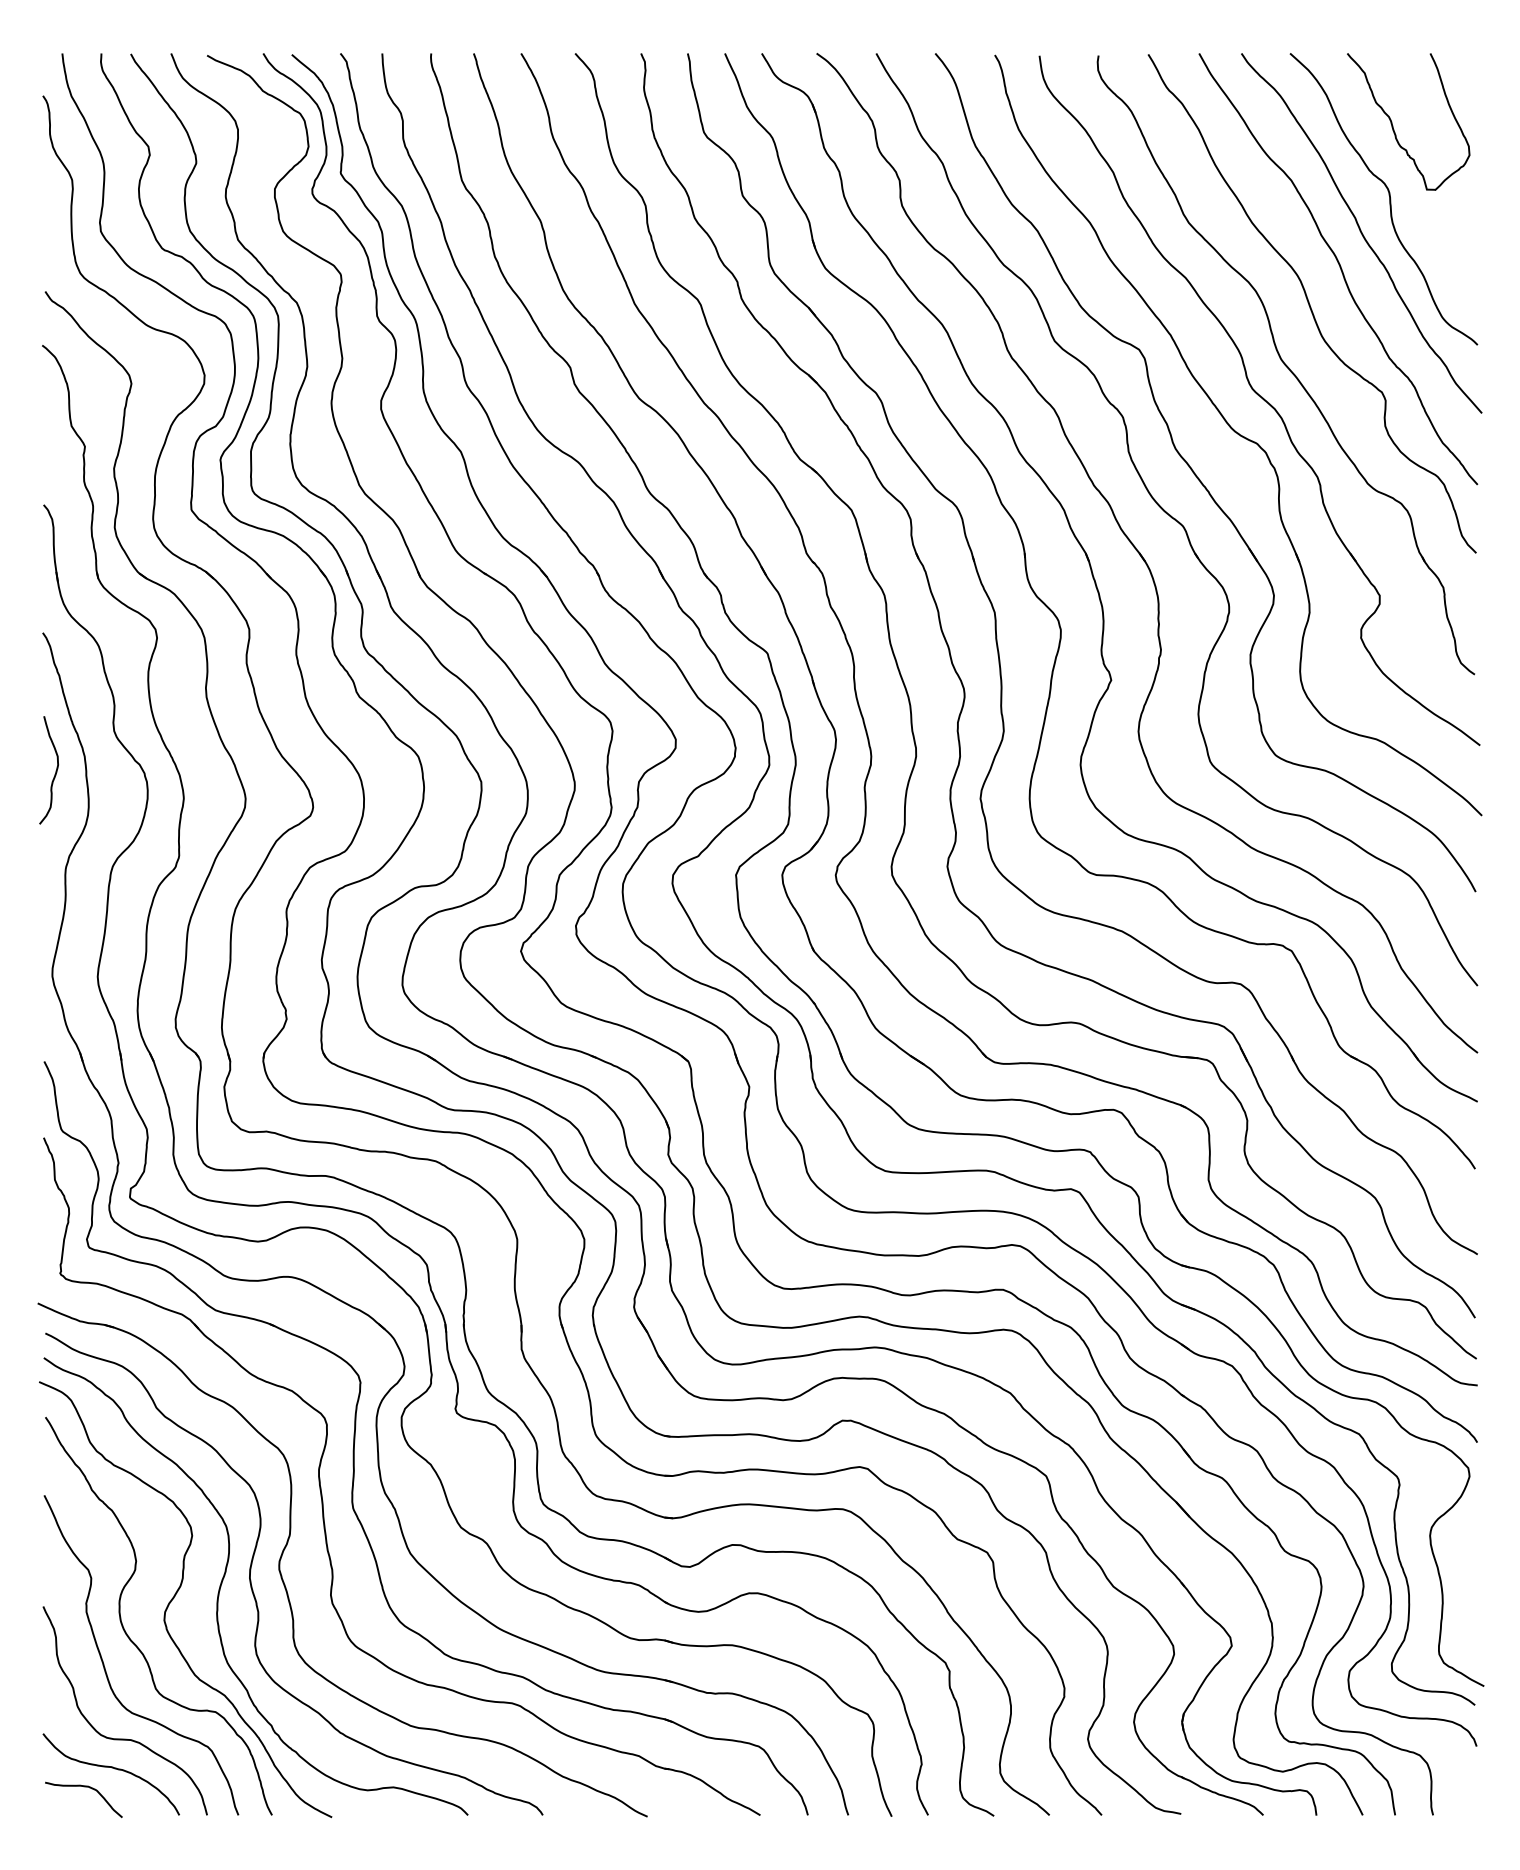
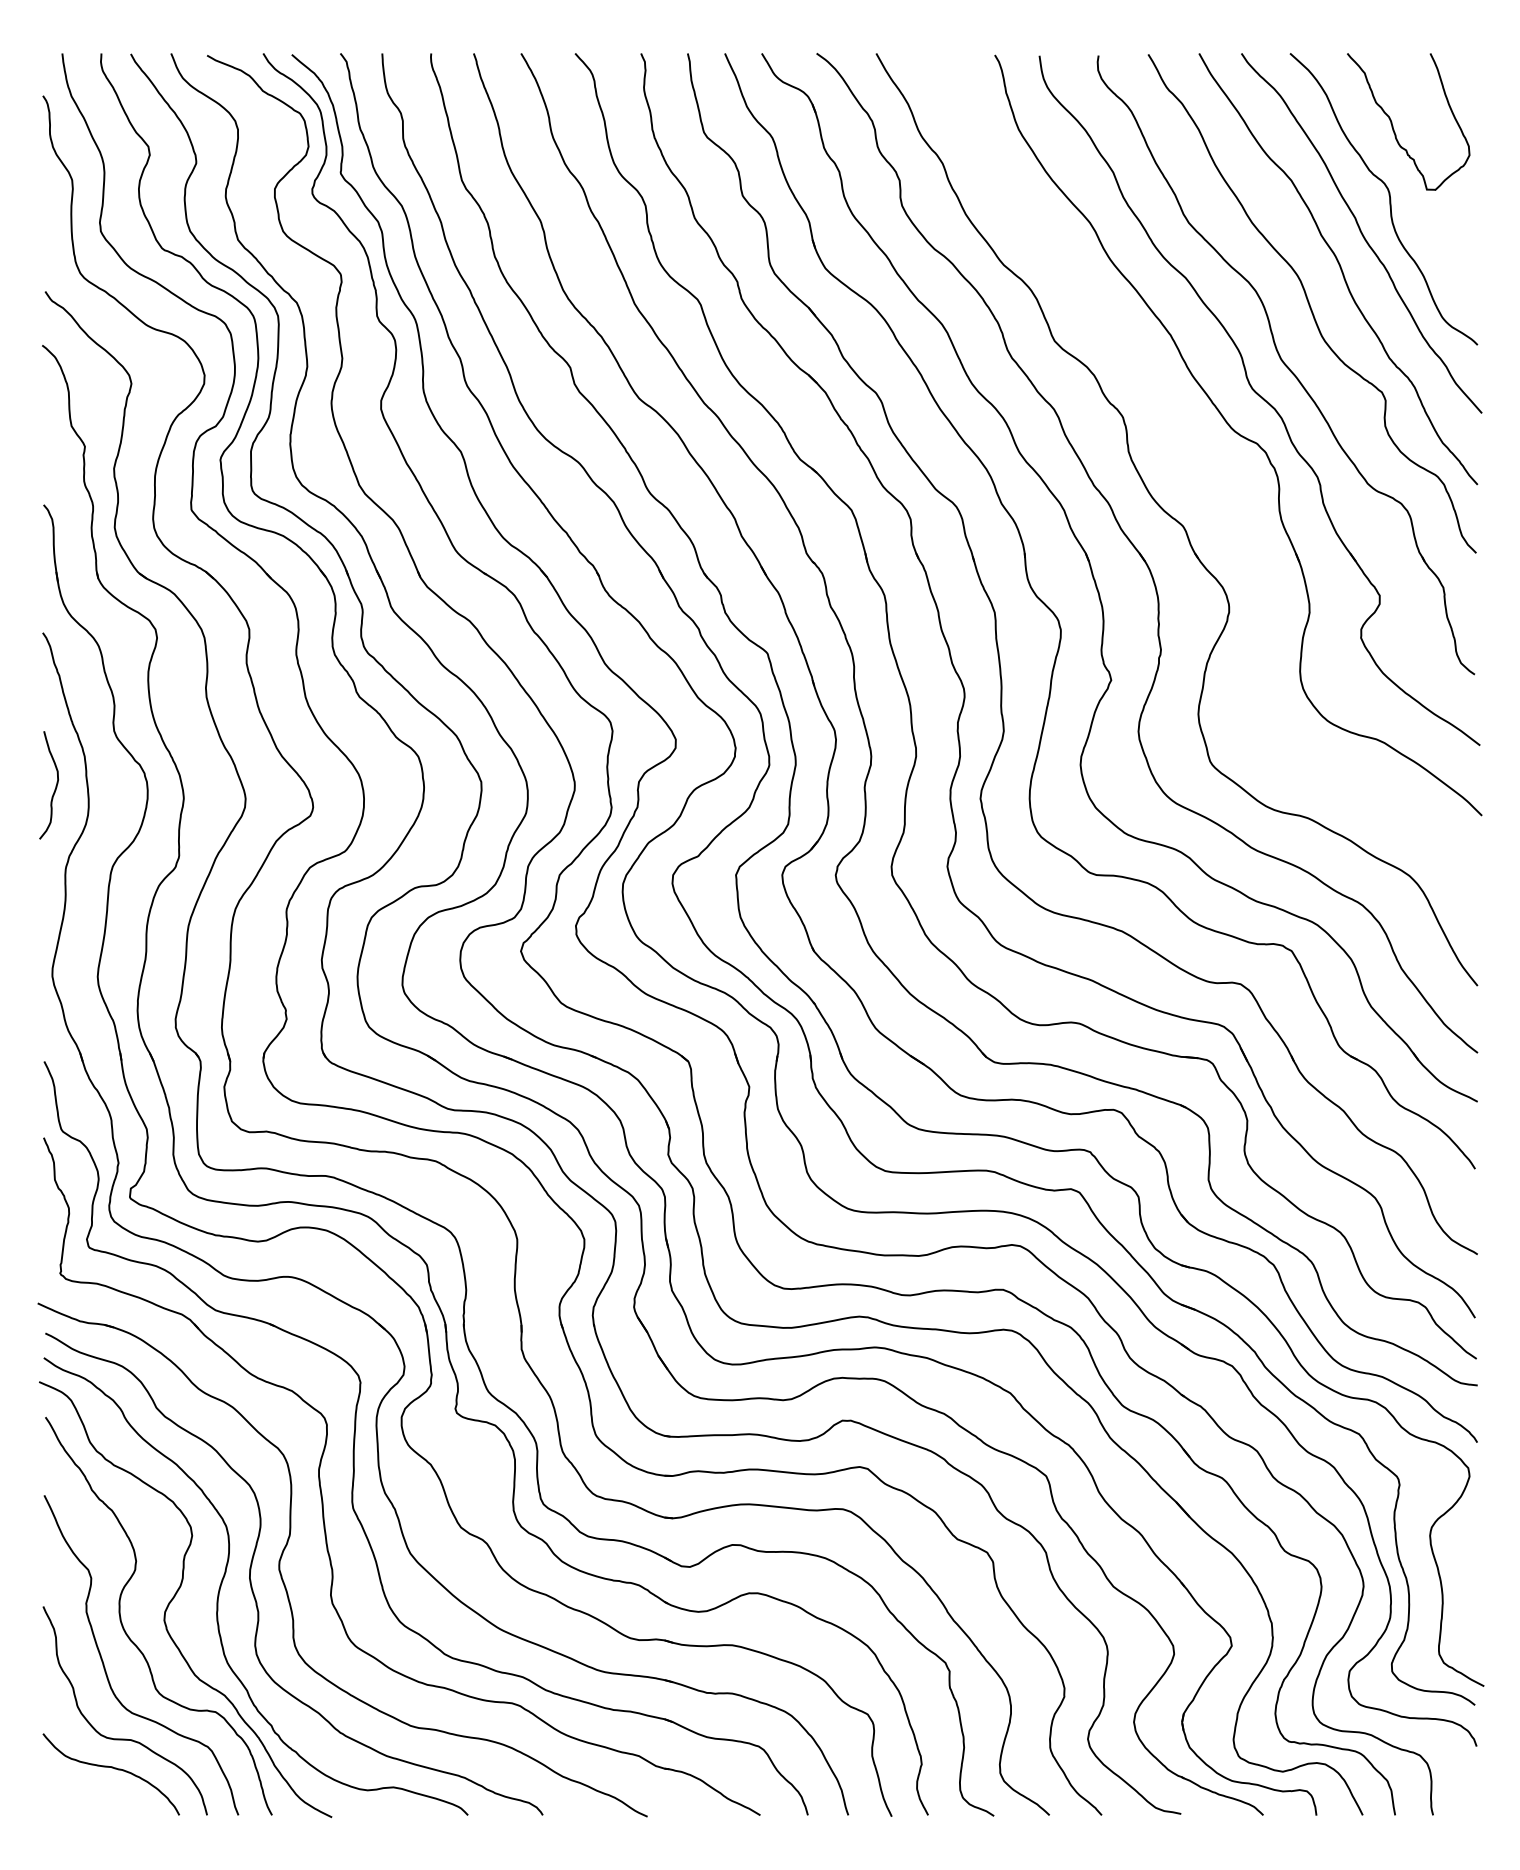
part at (1199, 478): present -> none
curve at (55, 770) position: (55, 770) -> (55, 785)
curve at (83, 1787): present -> none
